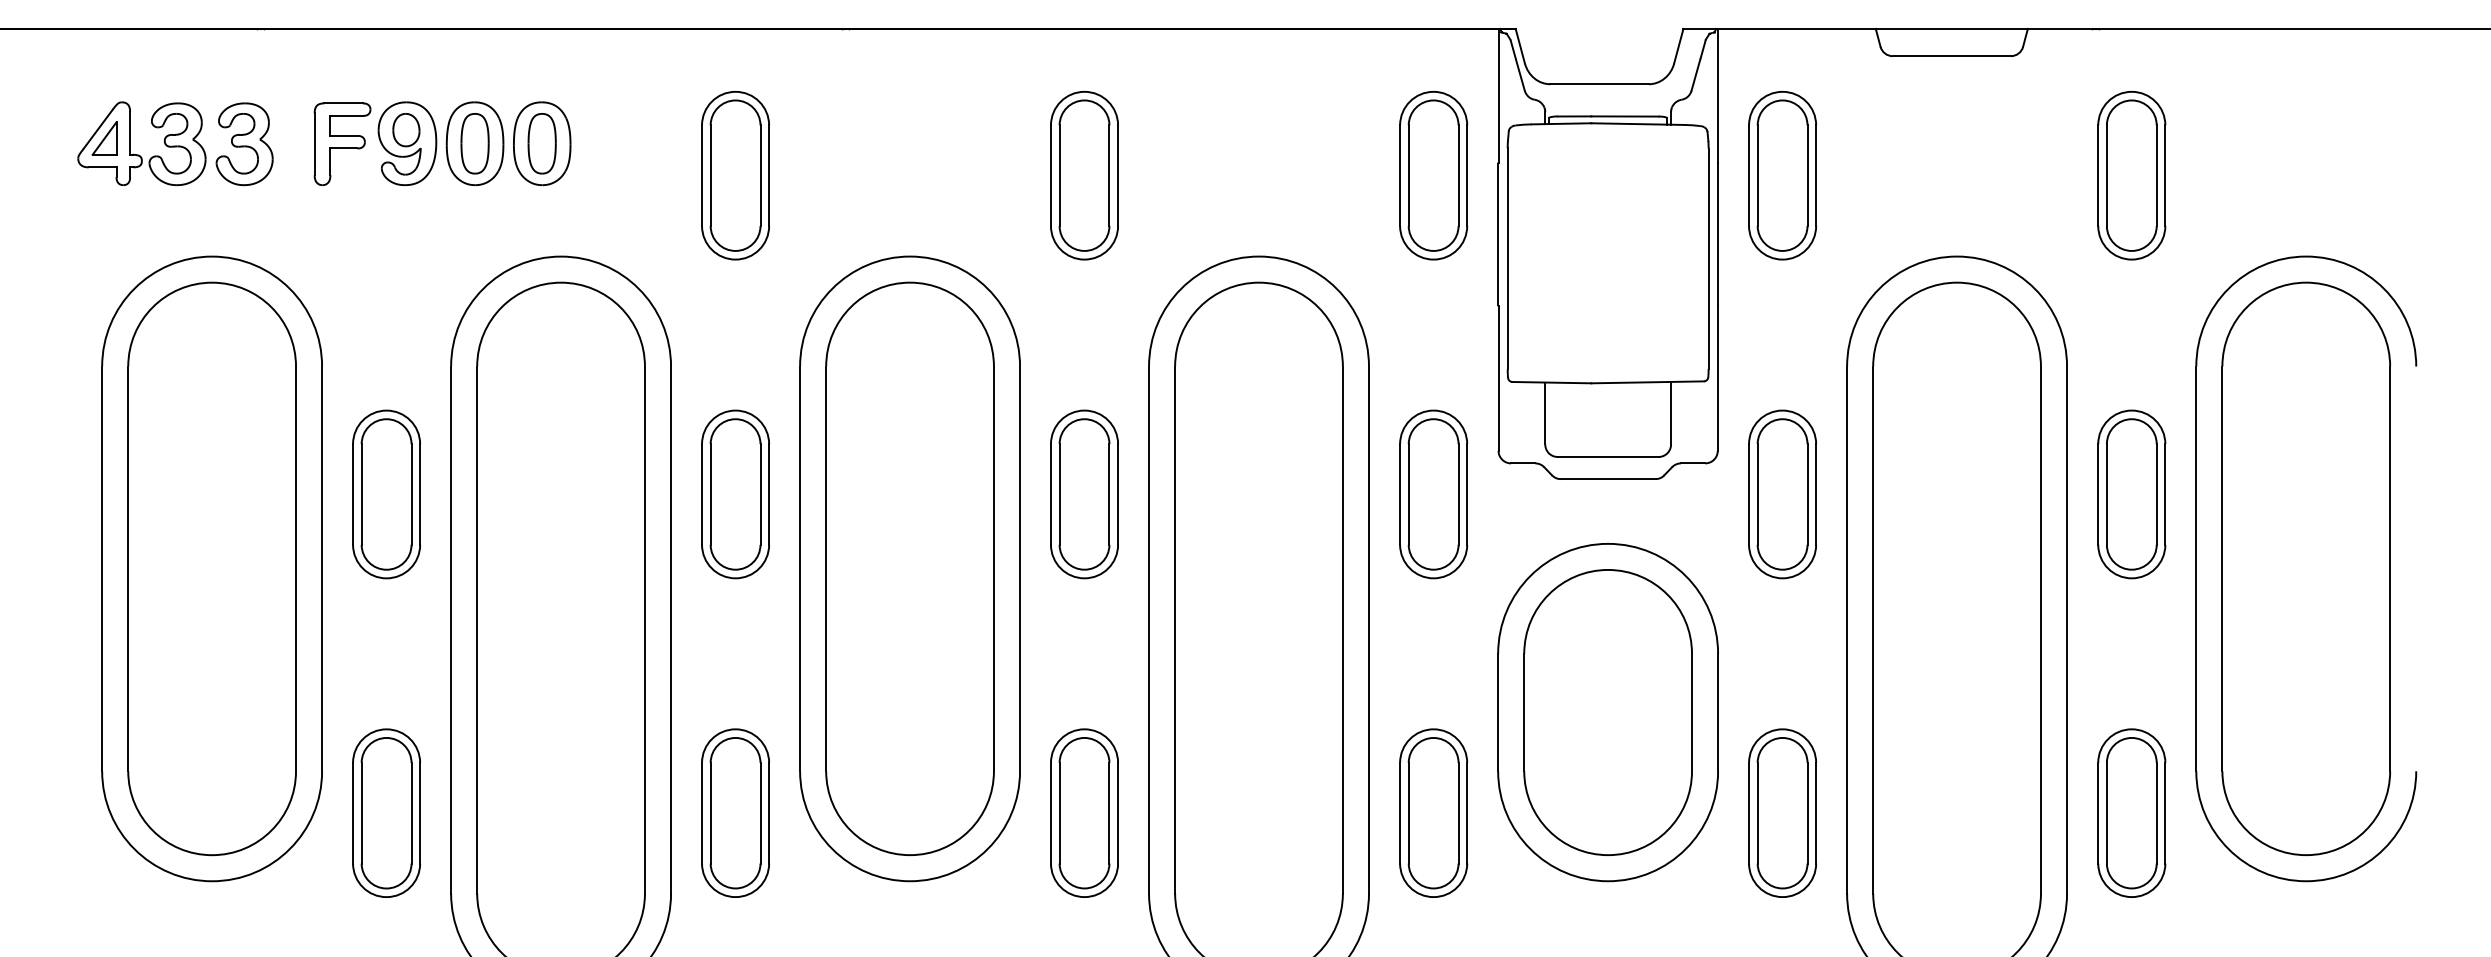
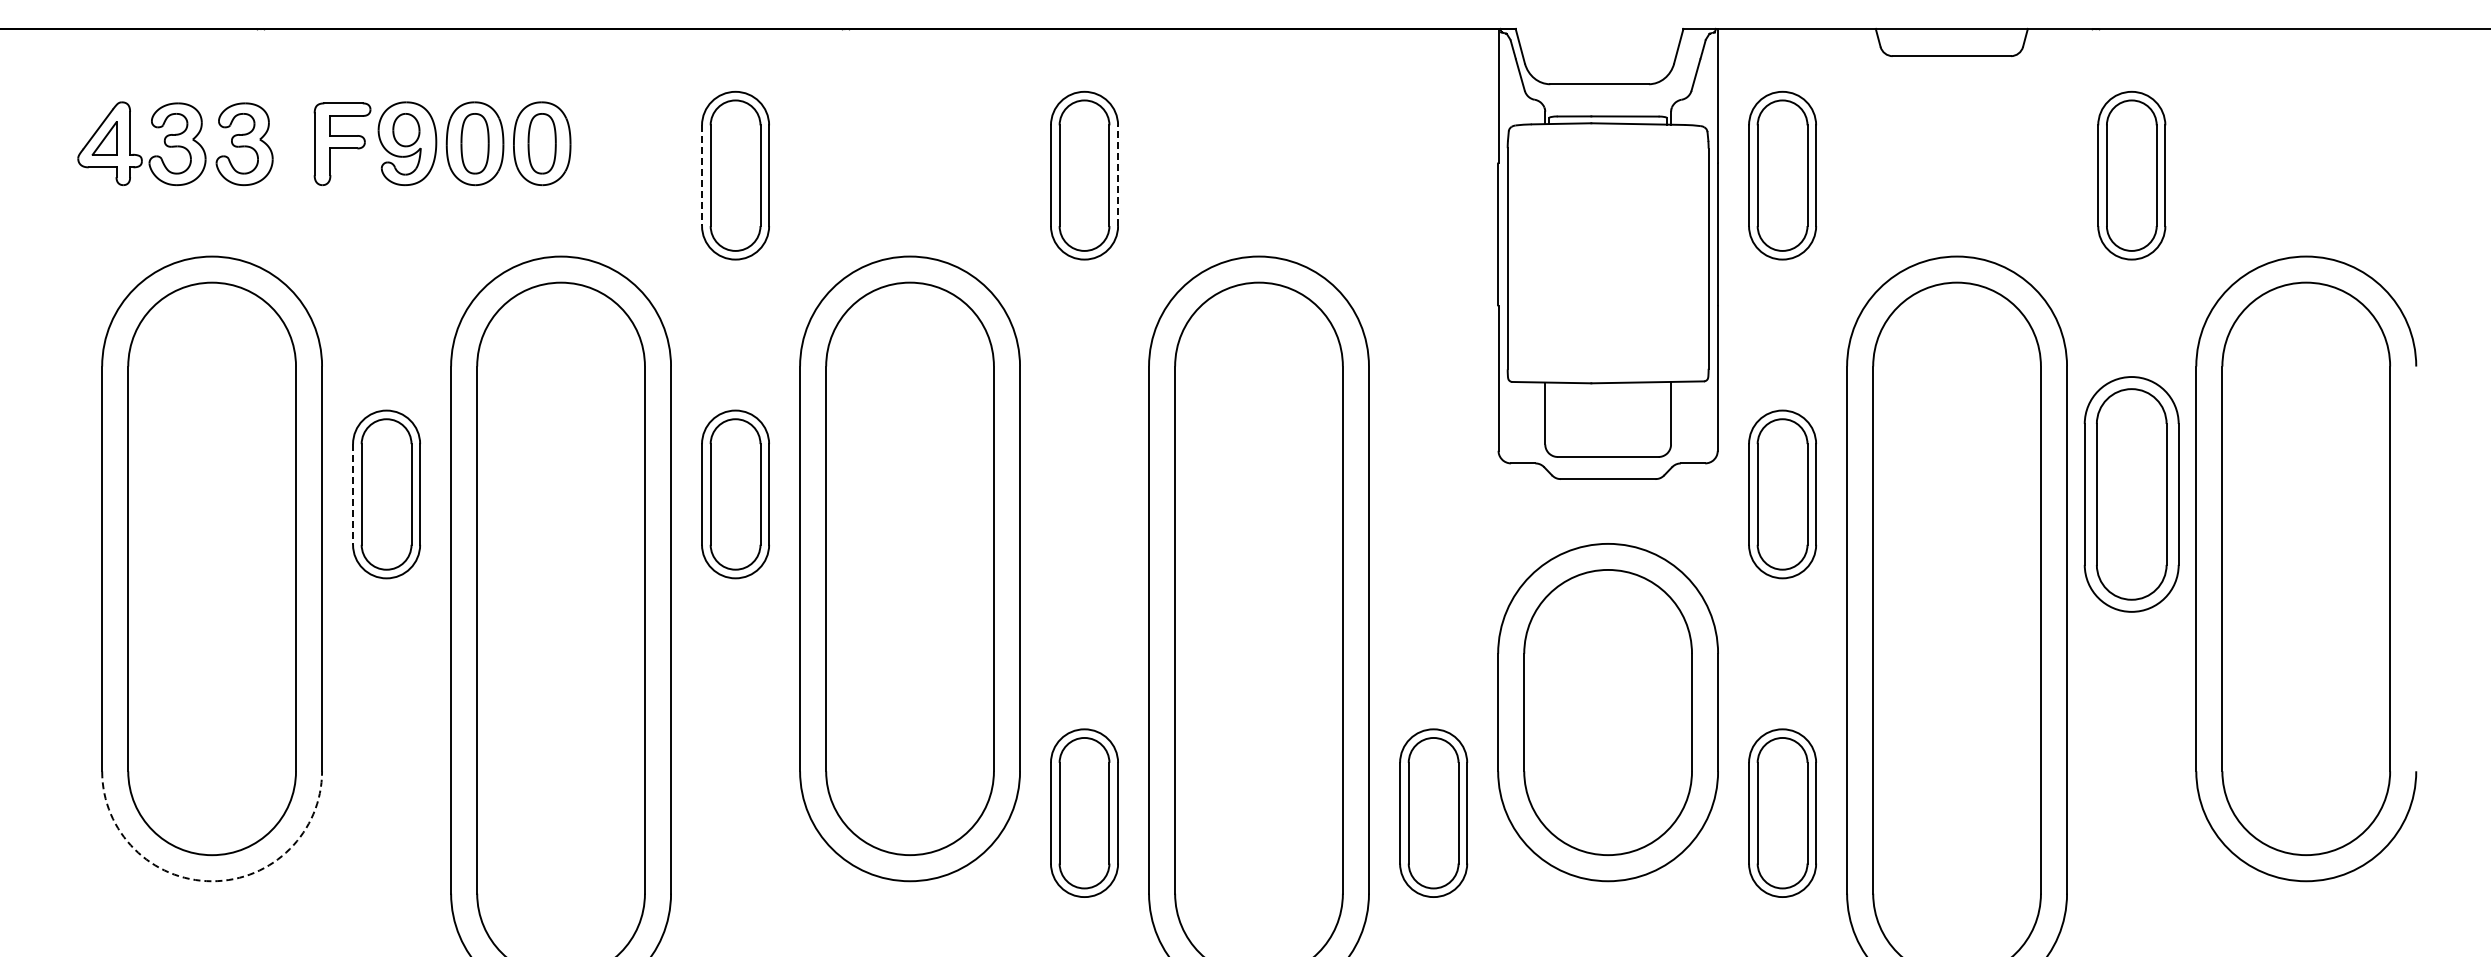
line at (1118, 175): solid -> dashed
part at (1433, 175): present -> none
line at (702, 176): solid -> dashed
line at (353, 494): solid -> dashed
part at (1084, 494): present -> none
part at (1433, 494): present -> none
part at (2131, 494) size: 70x171 px -> 97x237 px
part at (386, 812): present -> none
part at (735, 812): present -> none
part at (2131, 812): present -> none
arc at (212, 881): solid -> dashed
